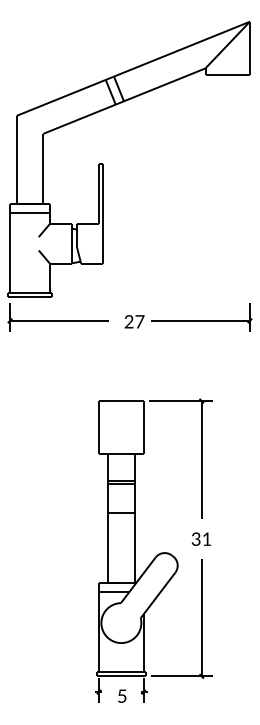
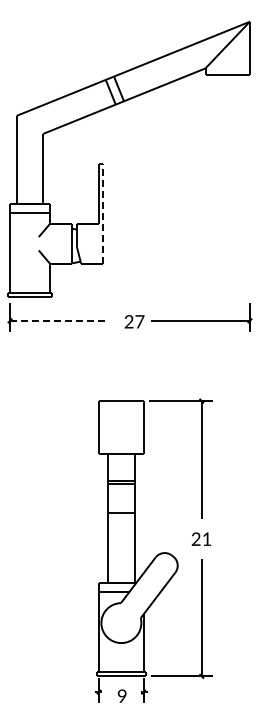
line at (103, 213): solid -> dashed
line at (59, 320): solid -> dashed
text at (195, 540): 31 -> 21
text at (121, 695): 5 -> 9
